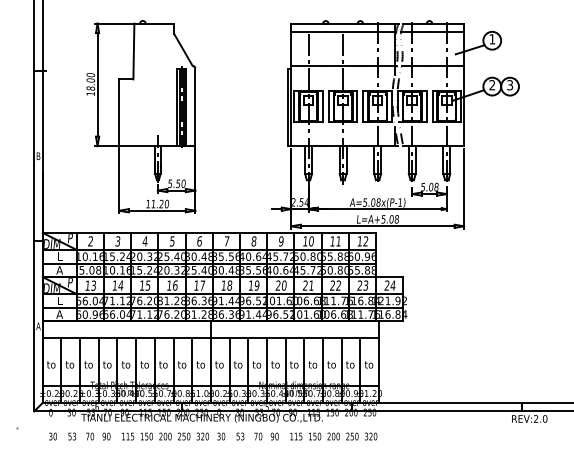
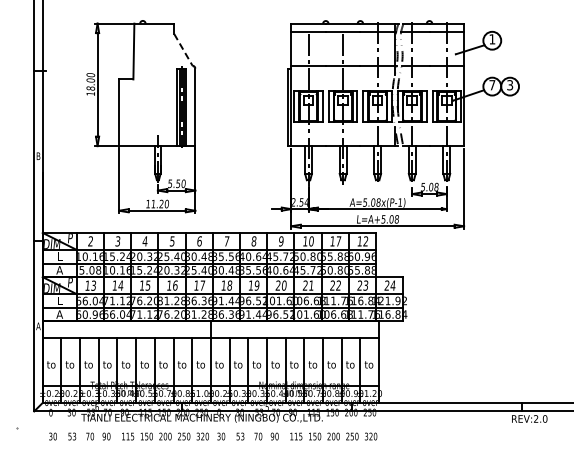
line at (183, 50): solid -> dashed
text at (492, 85): 2 -> 7
text at (338, 241): 11 -> 17
